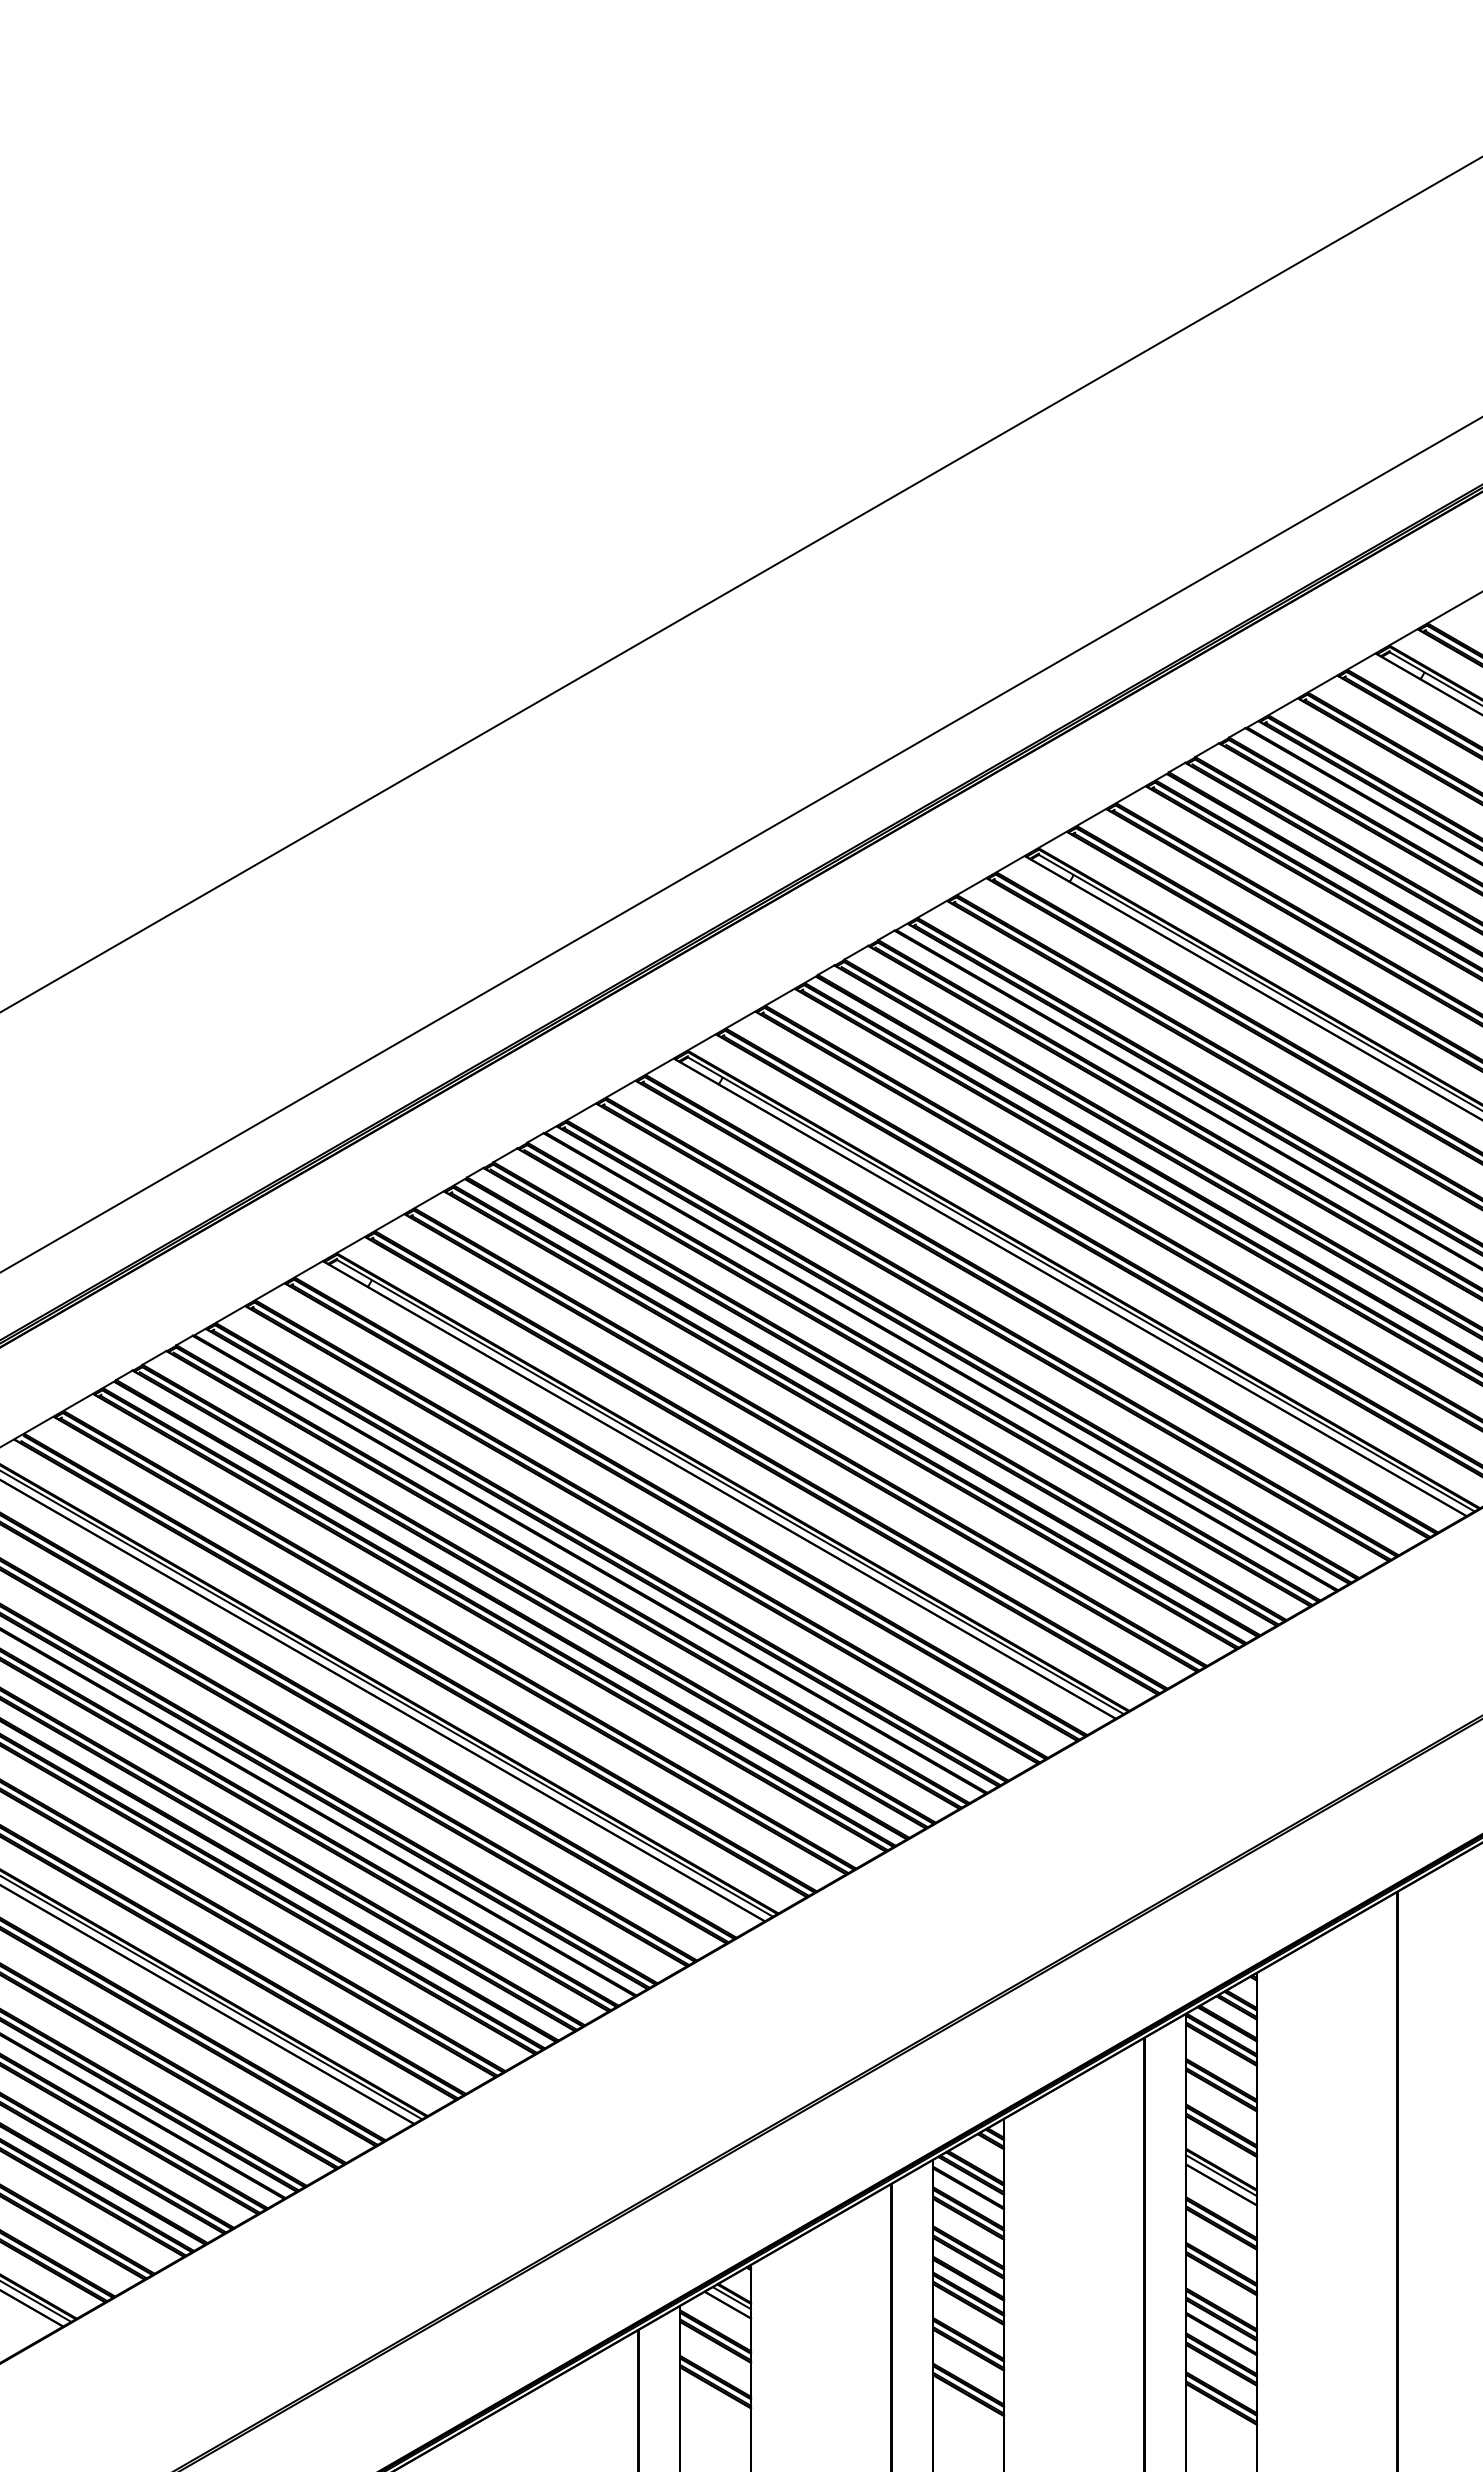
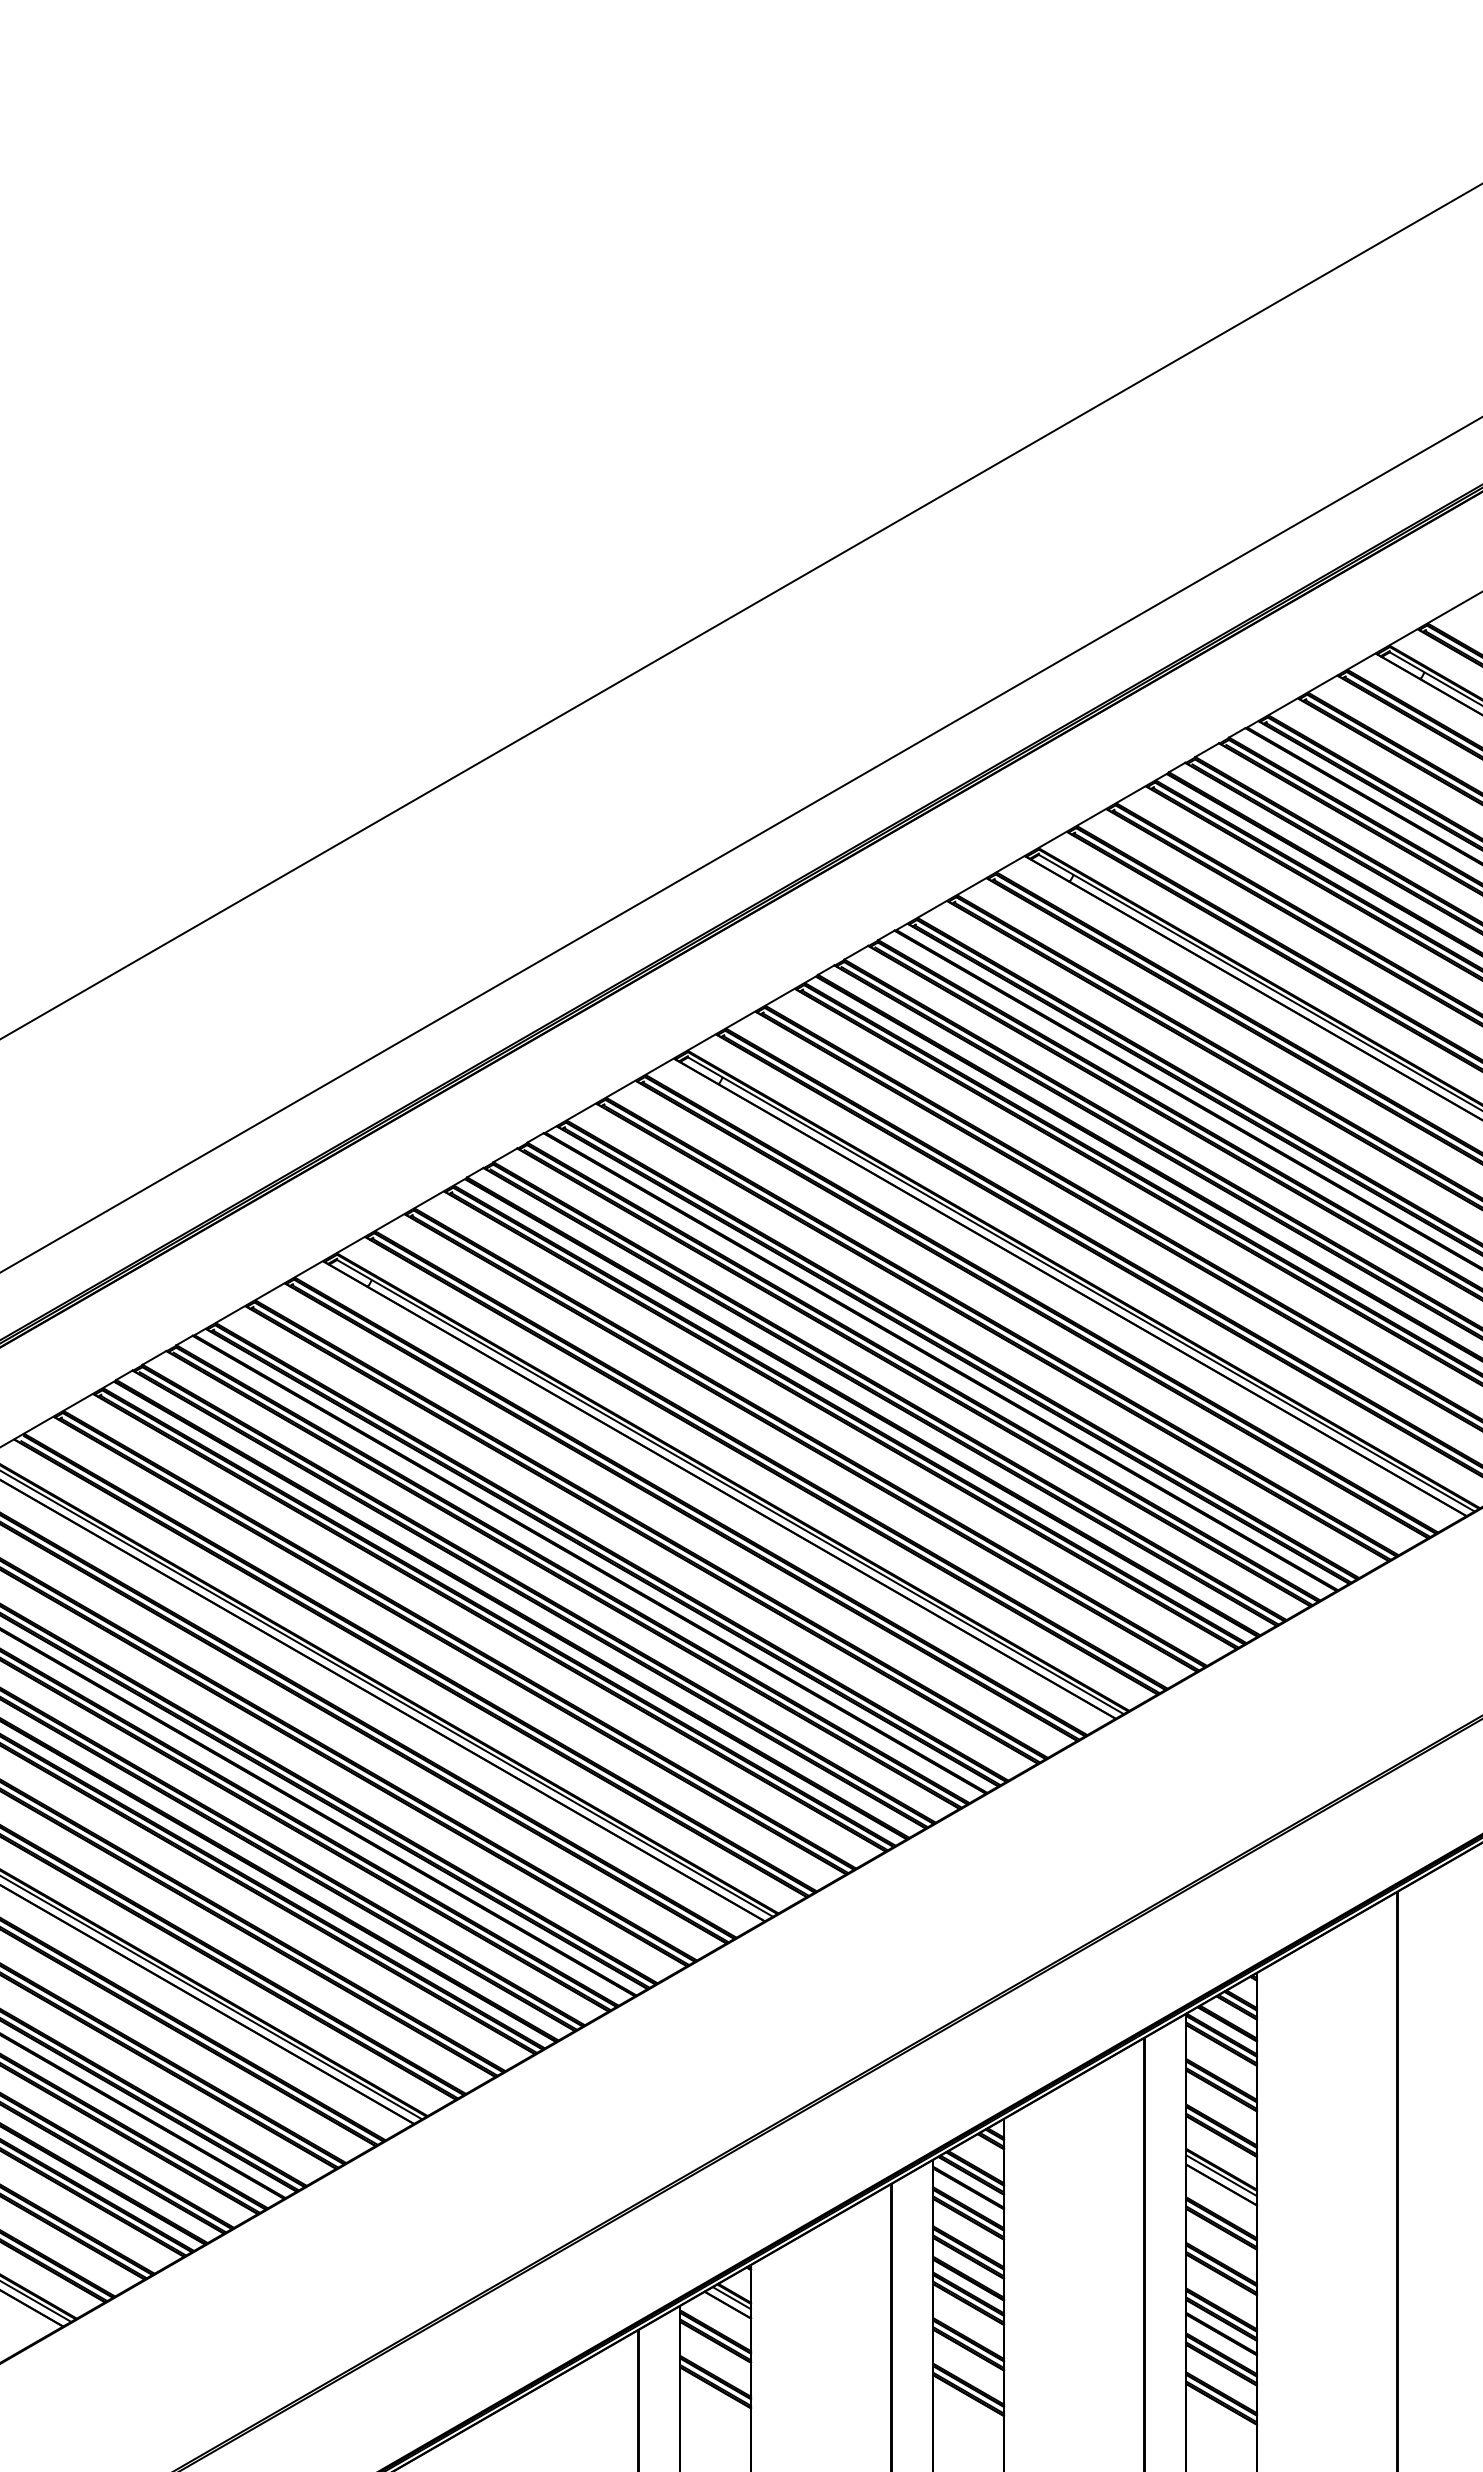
line at (740, 584) position: (740, 584) -> (740, 611)
